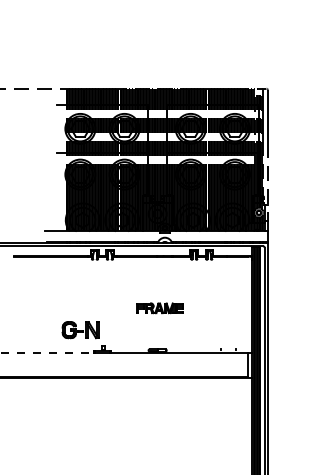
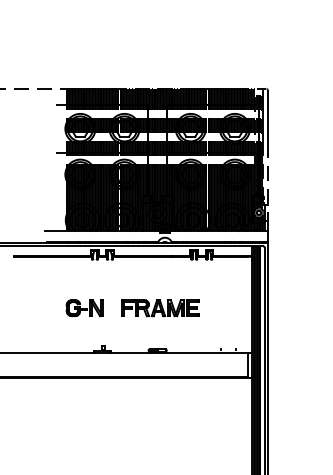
part at (159, 308) size: 48x13 px -> 79x19 px
part at (80, 330) position: (80, 330) -> (84, 308)
line at (47, 353): dashed -> solid
